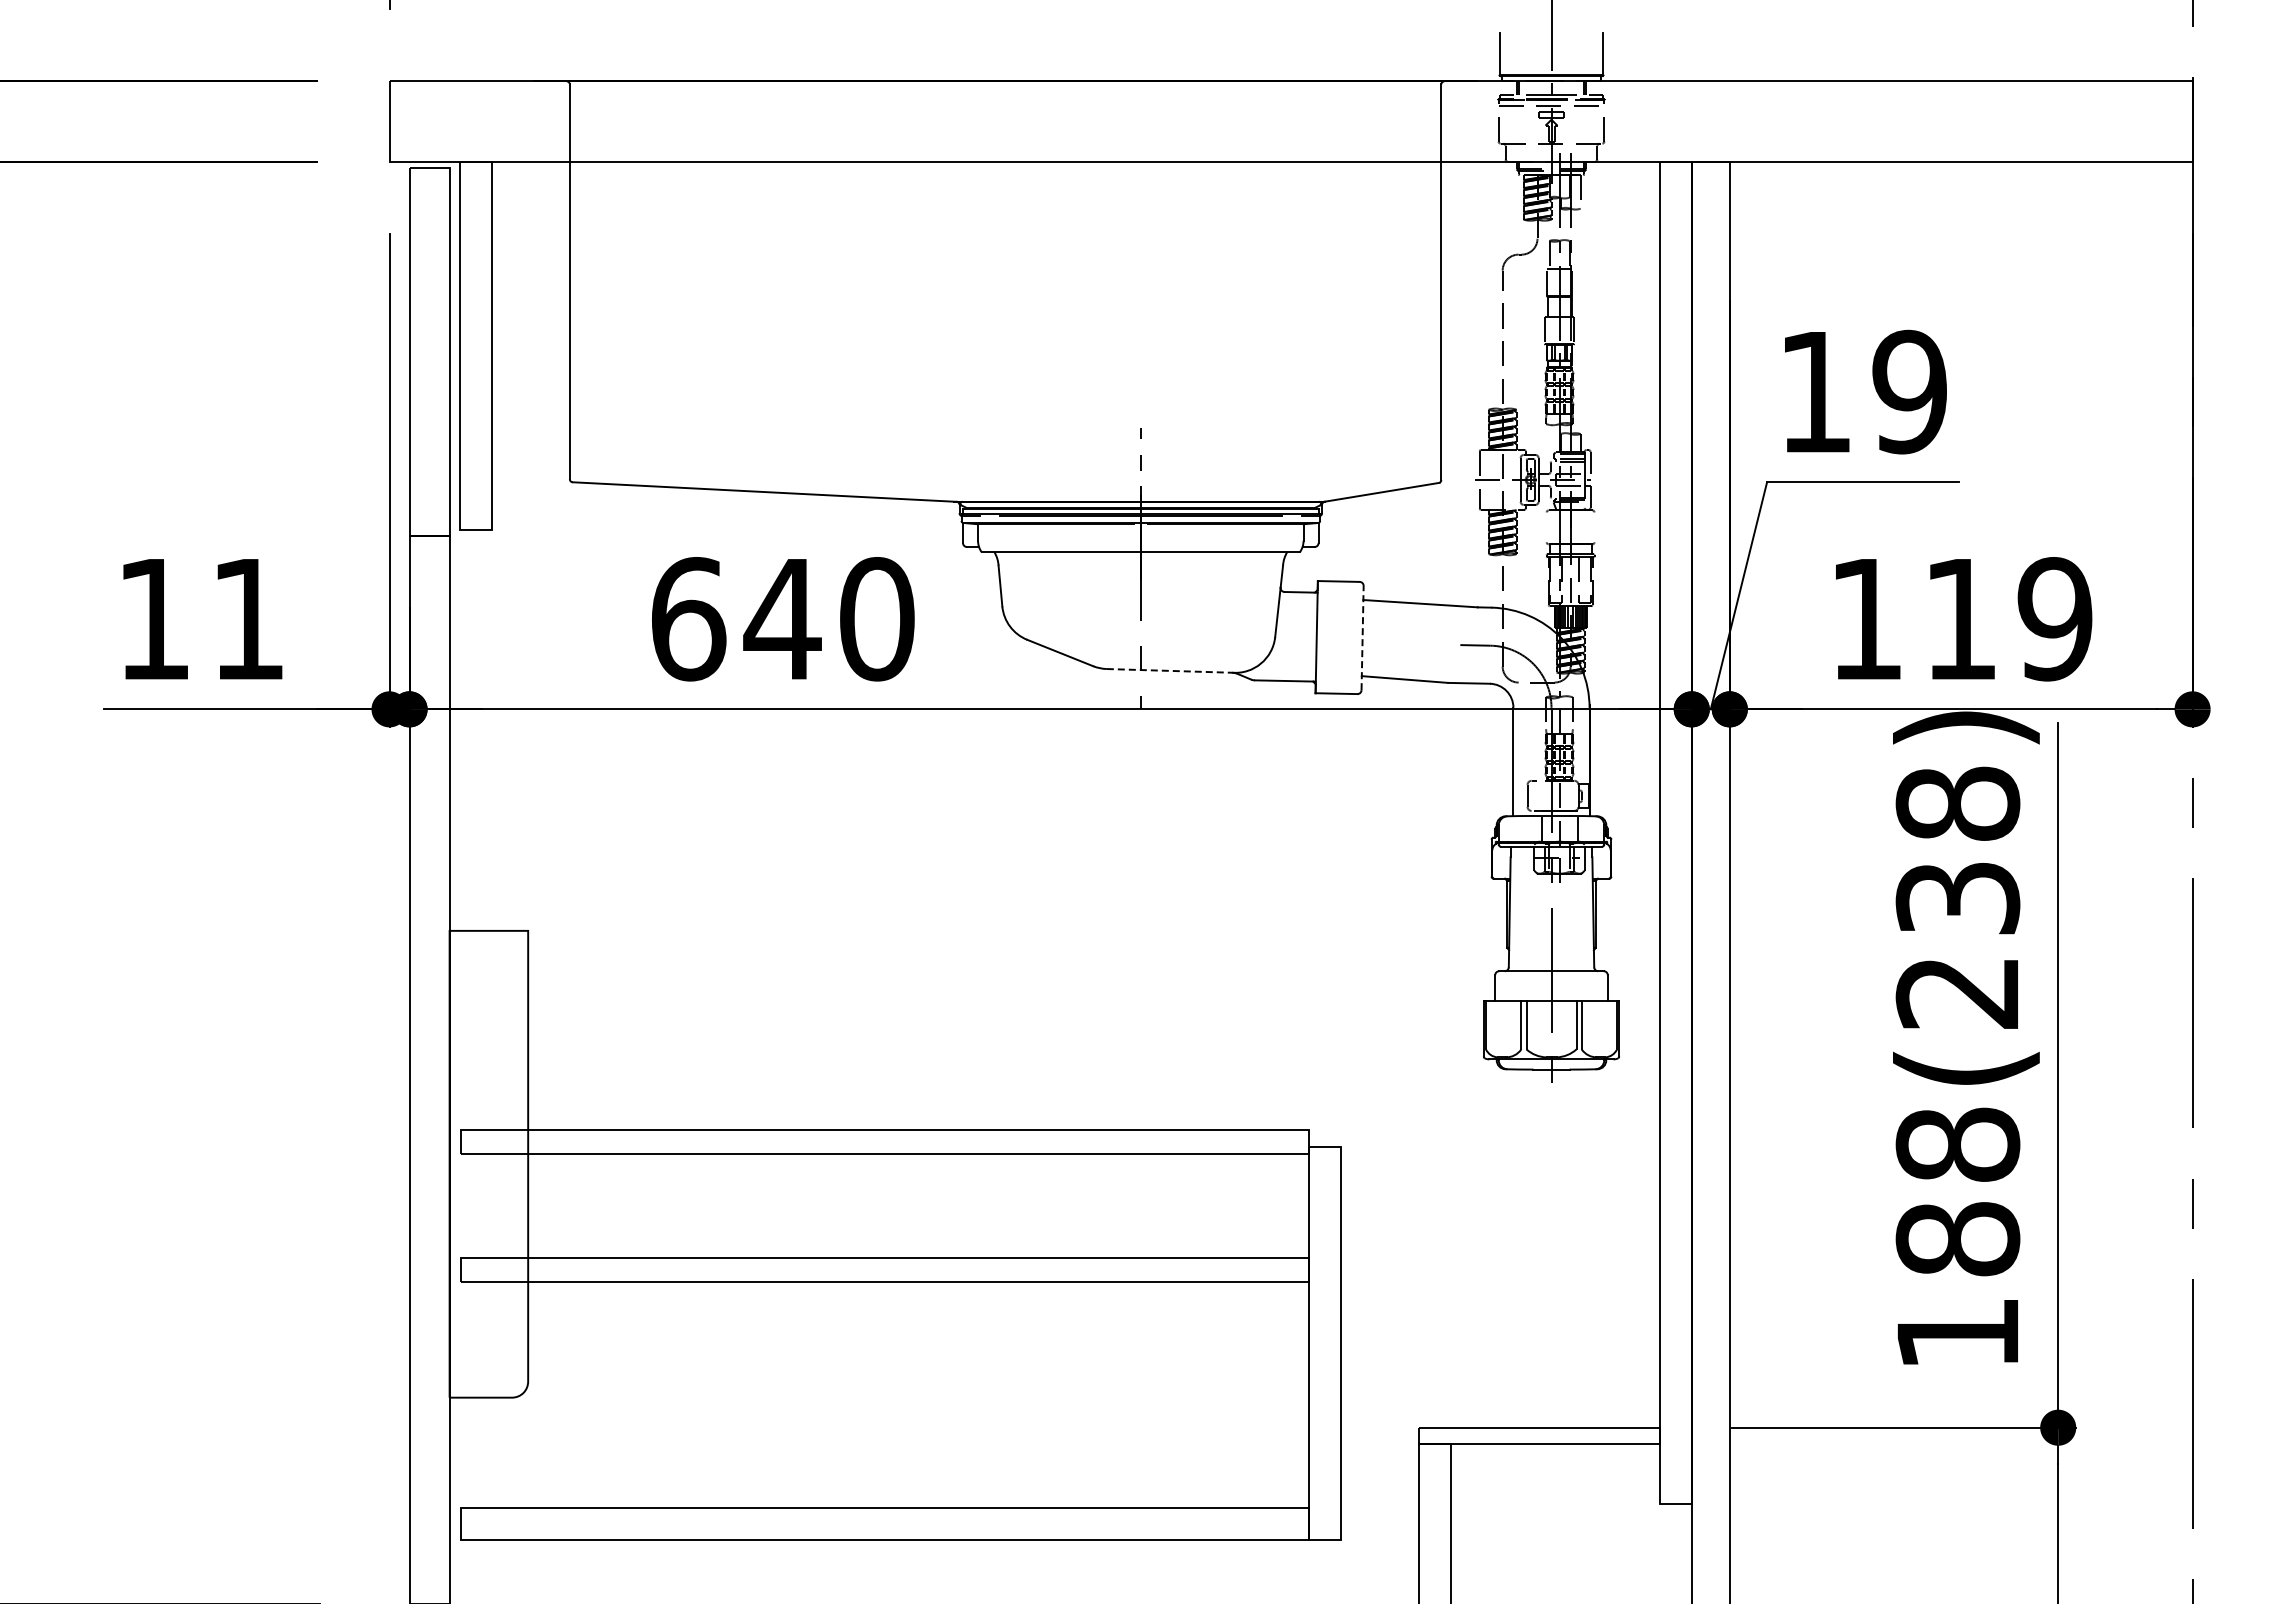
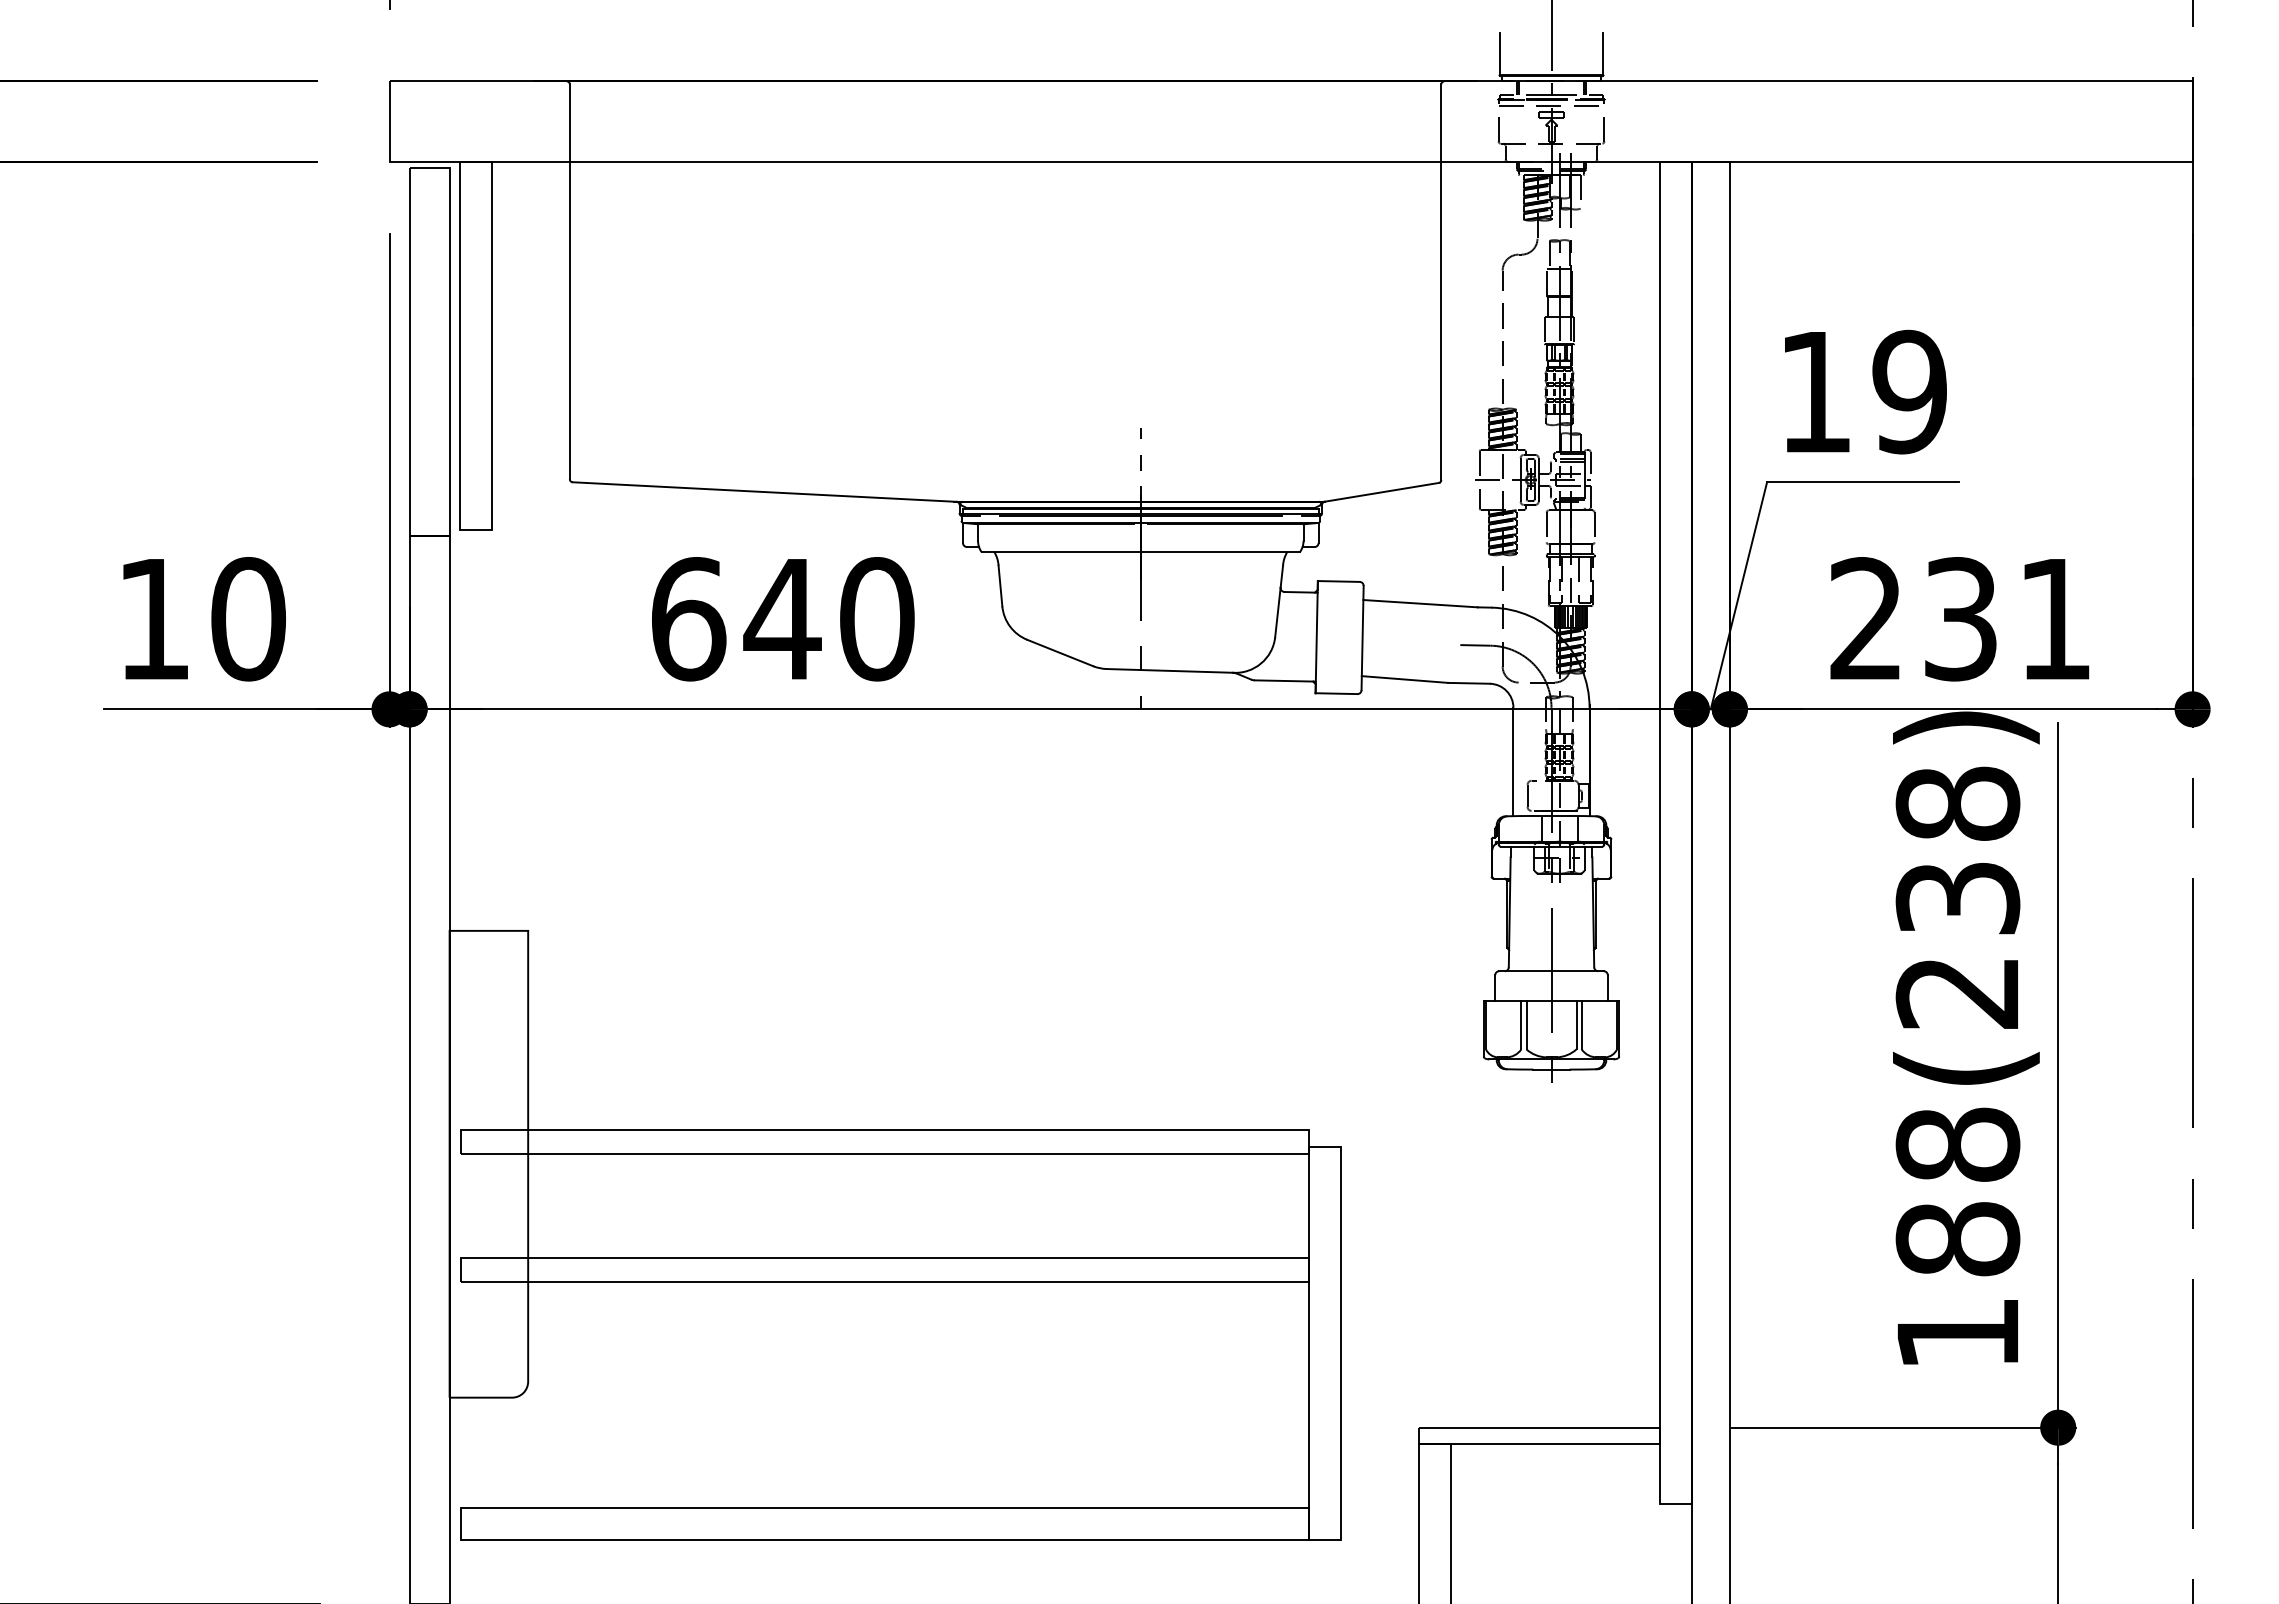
line at (1546, 527): none -> present
line at (1594, 527): none -> present
text at (248, 619): 11 -> 10
text at (1961, 619): 119 -> 231
line at (1362, 637): dashed -> solid
line at (1170, 670): dashed -> solid
